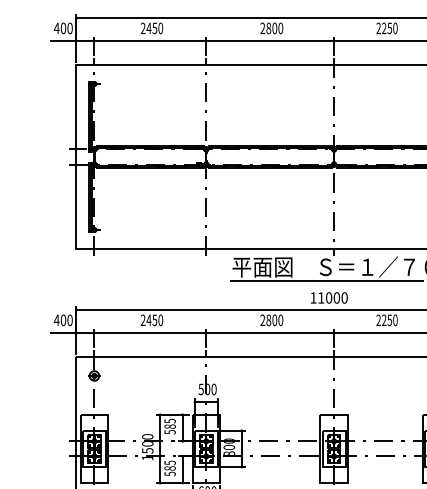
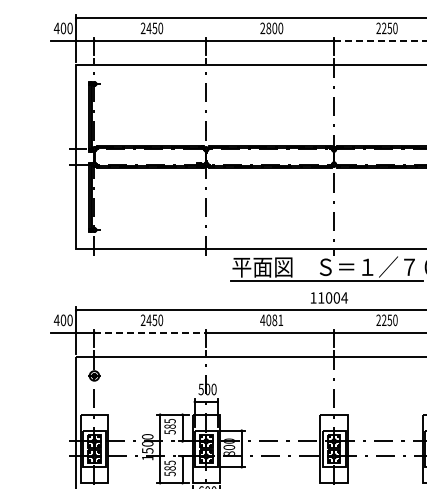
line at (380, 40): solid -> dashed
text at (344, 297): 11000 -> 11004
text at (271, 320): 2800 -> 4081
line at (150, 332): solid -> dashed
